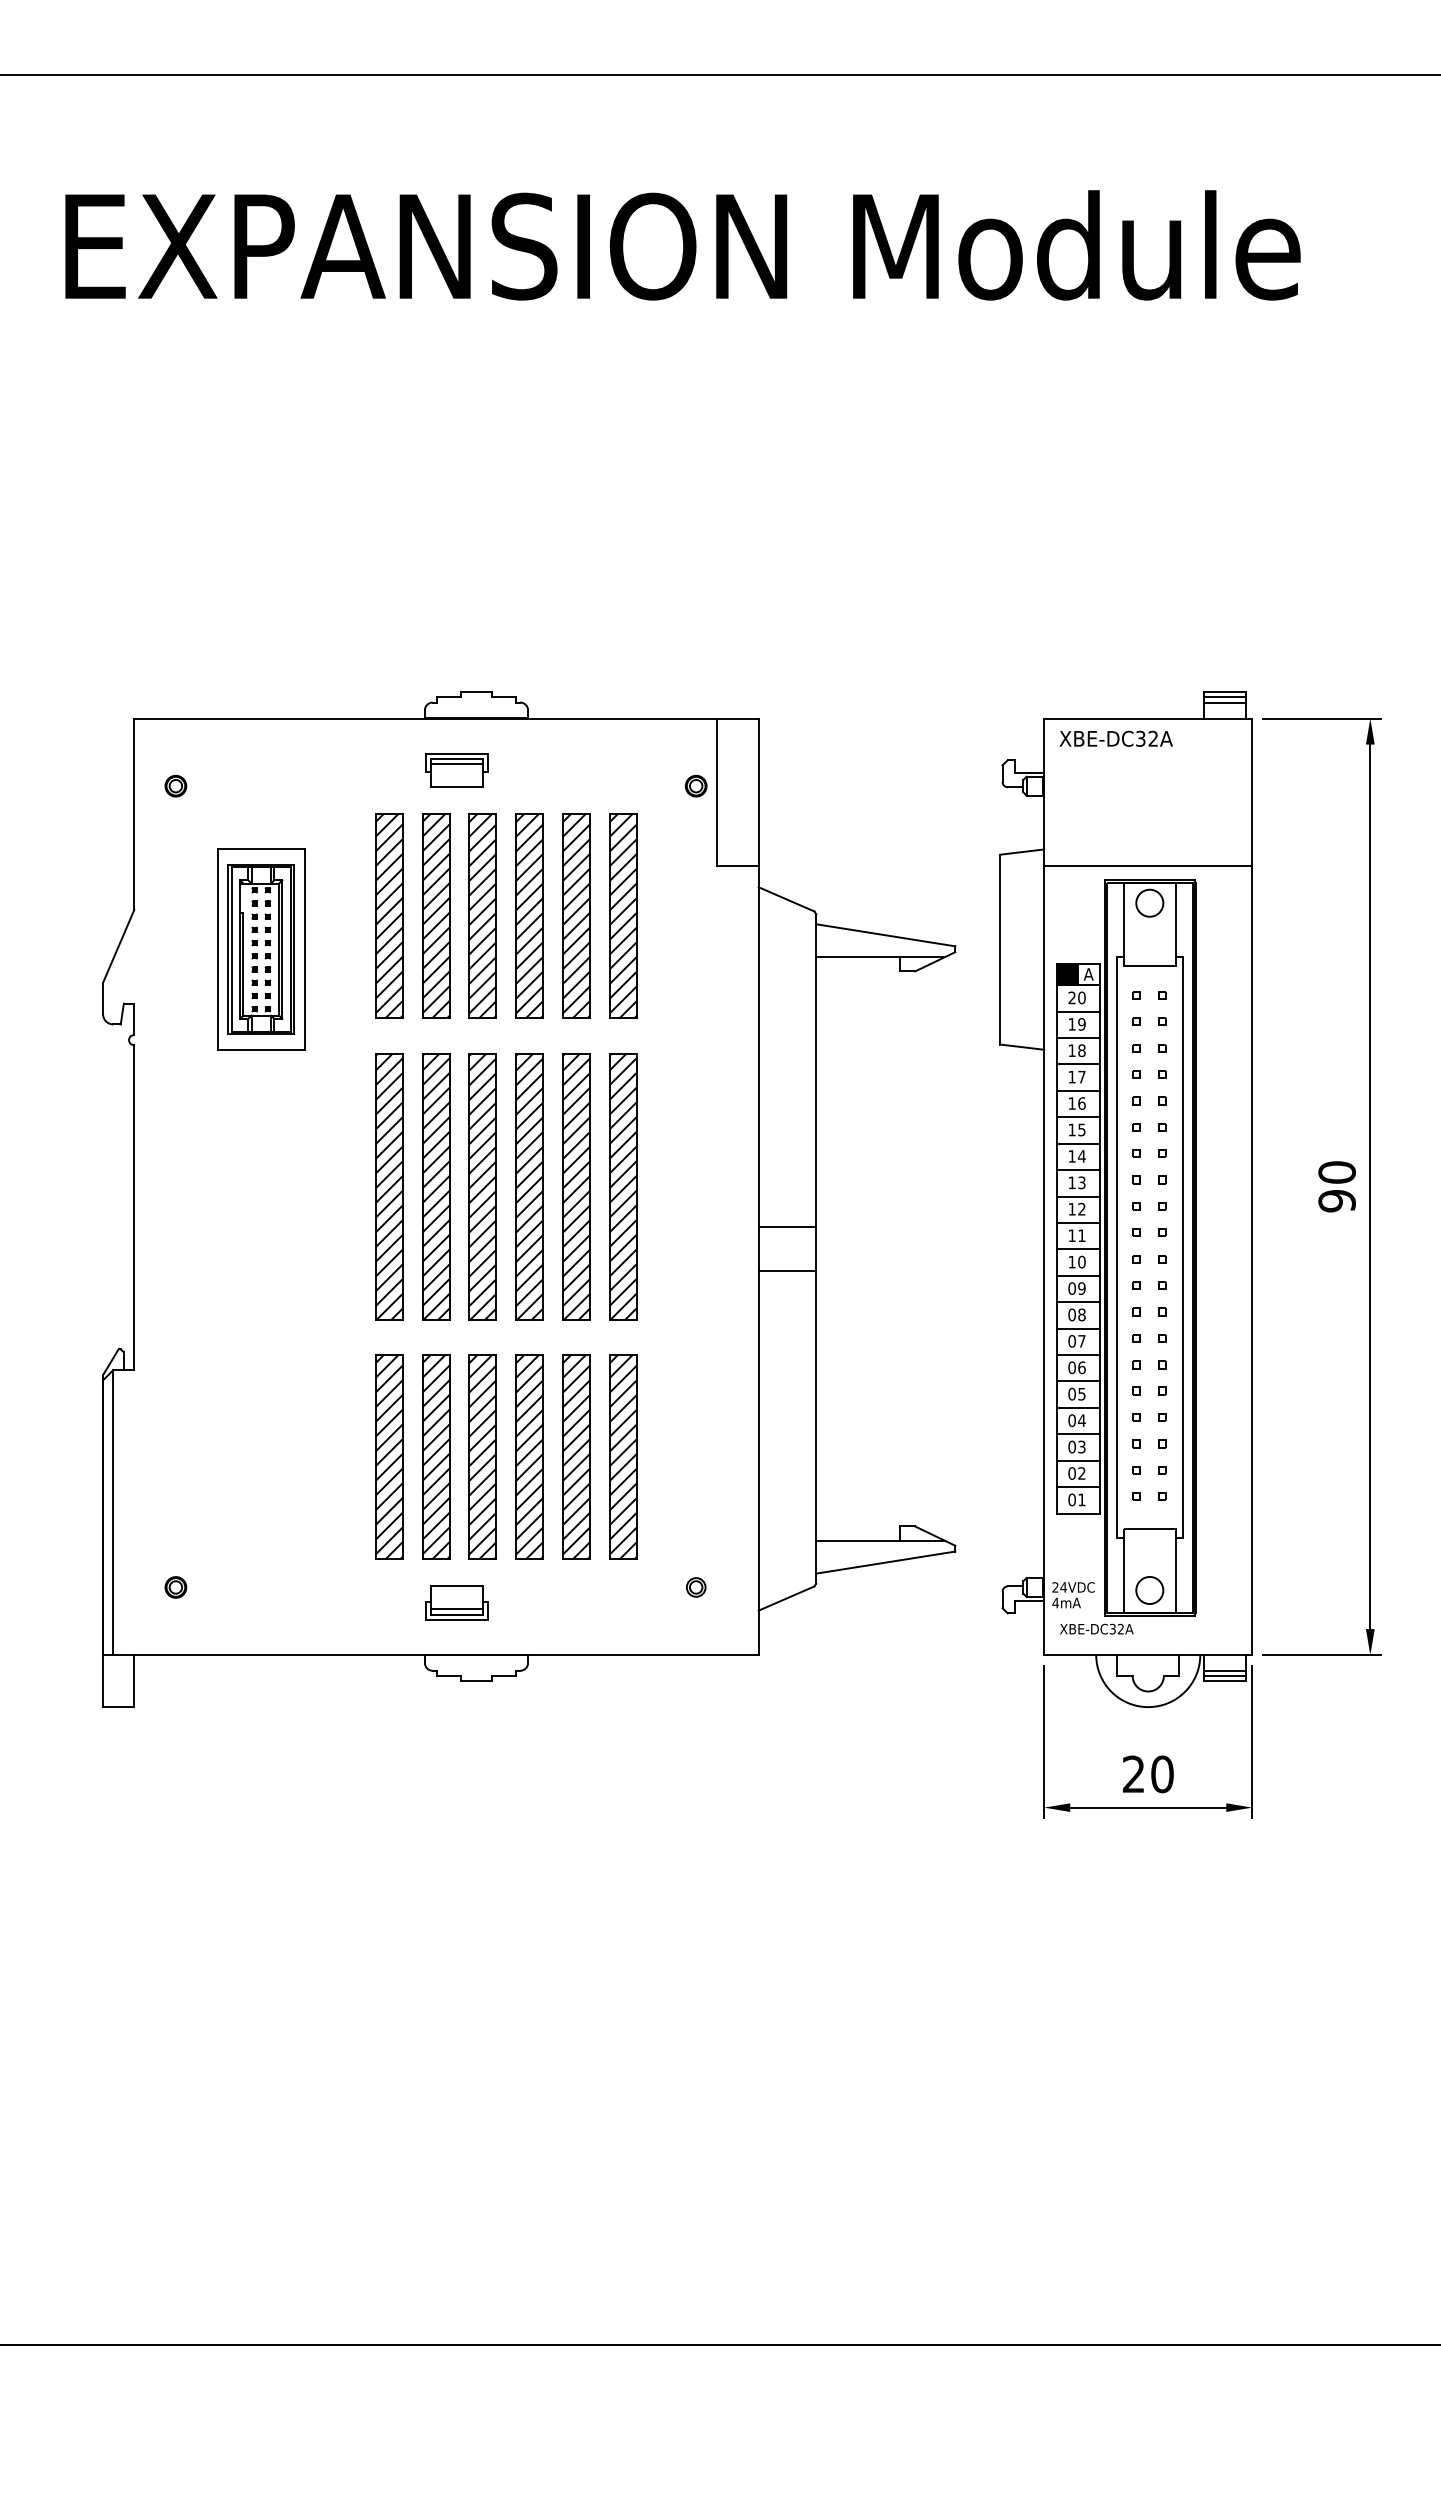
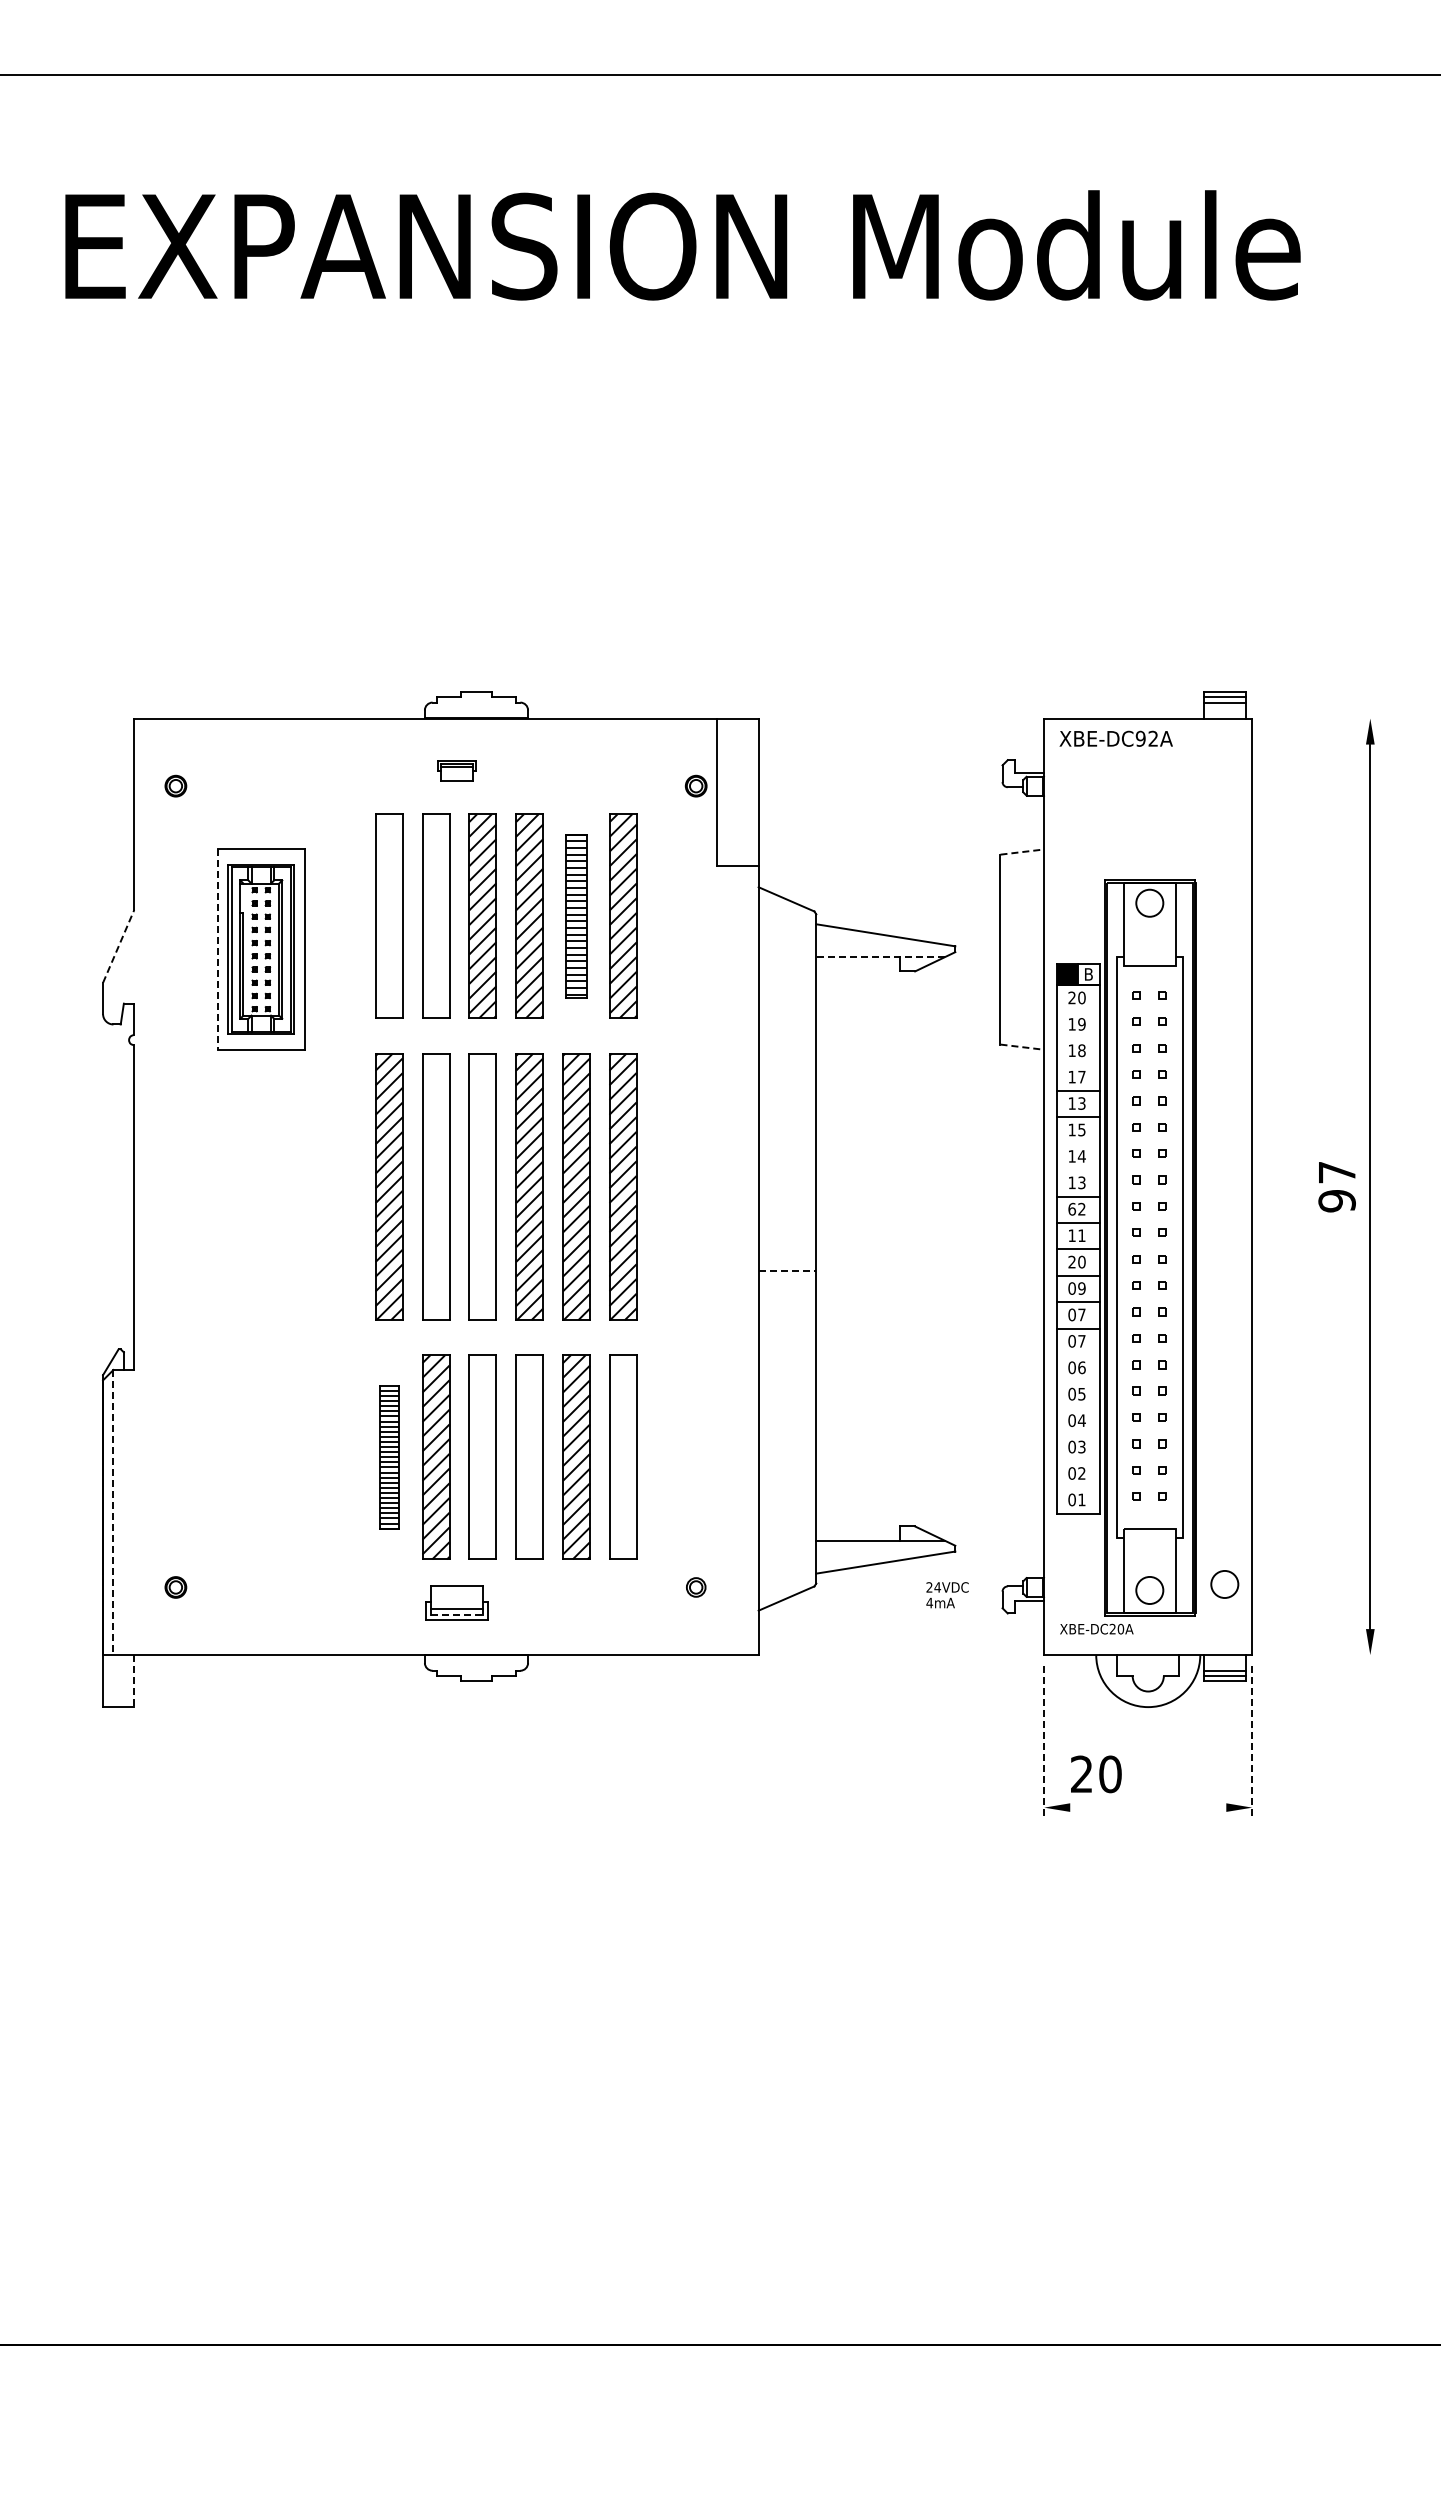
line at (1321, 718): present -> none
text at (1140, 738): XBE-DC32A -> XBE-DC92A
part at (456, 770) size: 64x35 px -> 40x22 px
line at (1022, 852): solid -> dashed
line at (1148, 866): present -> none
part at (576, 915) size: 29x206 px -> 23x165 px
hatch at (388, 916): present -> none
hatch at (435, 916): present -> none
line at (118, 946): solid -> dashed
line at (218, 950): solid -> dashed
line at (880, 957): solid -> dashed
text at (1088, 974): A -> B
line at (1077, 1011): present -> none
line at (1077, 1037): present -> none
line at (1022, 1047): solid -> dashed
line at (1077, 1064): present -> none
text at (1081, 1103): 16 -> 13
line at (1077, 1143): present -> none
line at (1077, 1170): present -> none
text at (1336, 1172): 90 -> 97
hatch at (435, 1186): present -> none
hatch at (482, 1186): present -> none
text at (1072, 1208): 12 -> 62
line at (787, 1227): present -> none
text at (1071, 1261): 10 -> 20
line at (787, 1270): solid -> dashed
text at (1081, 1314): 08 -> 07
line at (1077, 1354): present -> none
line at (1077, 1381): present -> none
line at (1077, 1407): present -> none
line at (1077, 1434): present -> none
part at (389, 1456) size: 29x206 px -> 21x145 px
hatch at (482, 1457): present -> none
hatch at (529, 1457): present -> none
hatch at (622, 1457): present -> none
line at (1077, 1460): present -> none
line at (1077, 1487): present -> none
line at (113, 1512): solid -> dashed
circle at (1224, 1584): none -> present
text at (1073, 1595) position: (1073, 1595) -> (947, 1595)
line at (457, 1614): solid -> dashed
text at (1116, 1629): XBE-DC32A -> XBE-DC20A
line at (1321, 1655): present -> none
line at (134, 1681): solid -> dashed
line at (1044, 1742): solid -> dashed
line at (1252, 1742): solid -> dashed
text at (1148, 1774) position: (1148, 1774) -> (1096, 1774)
line at (1148, 1807): present -> none
